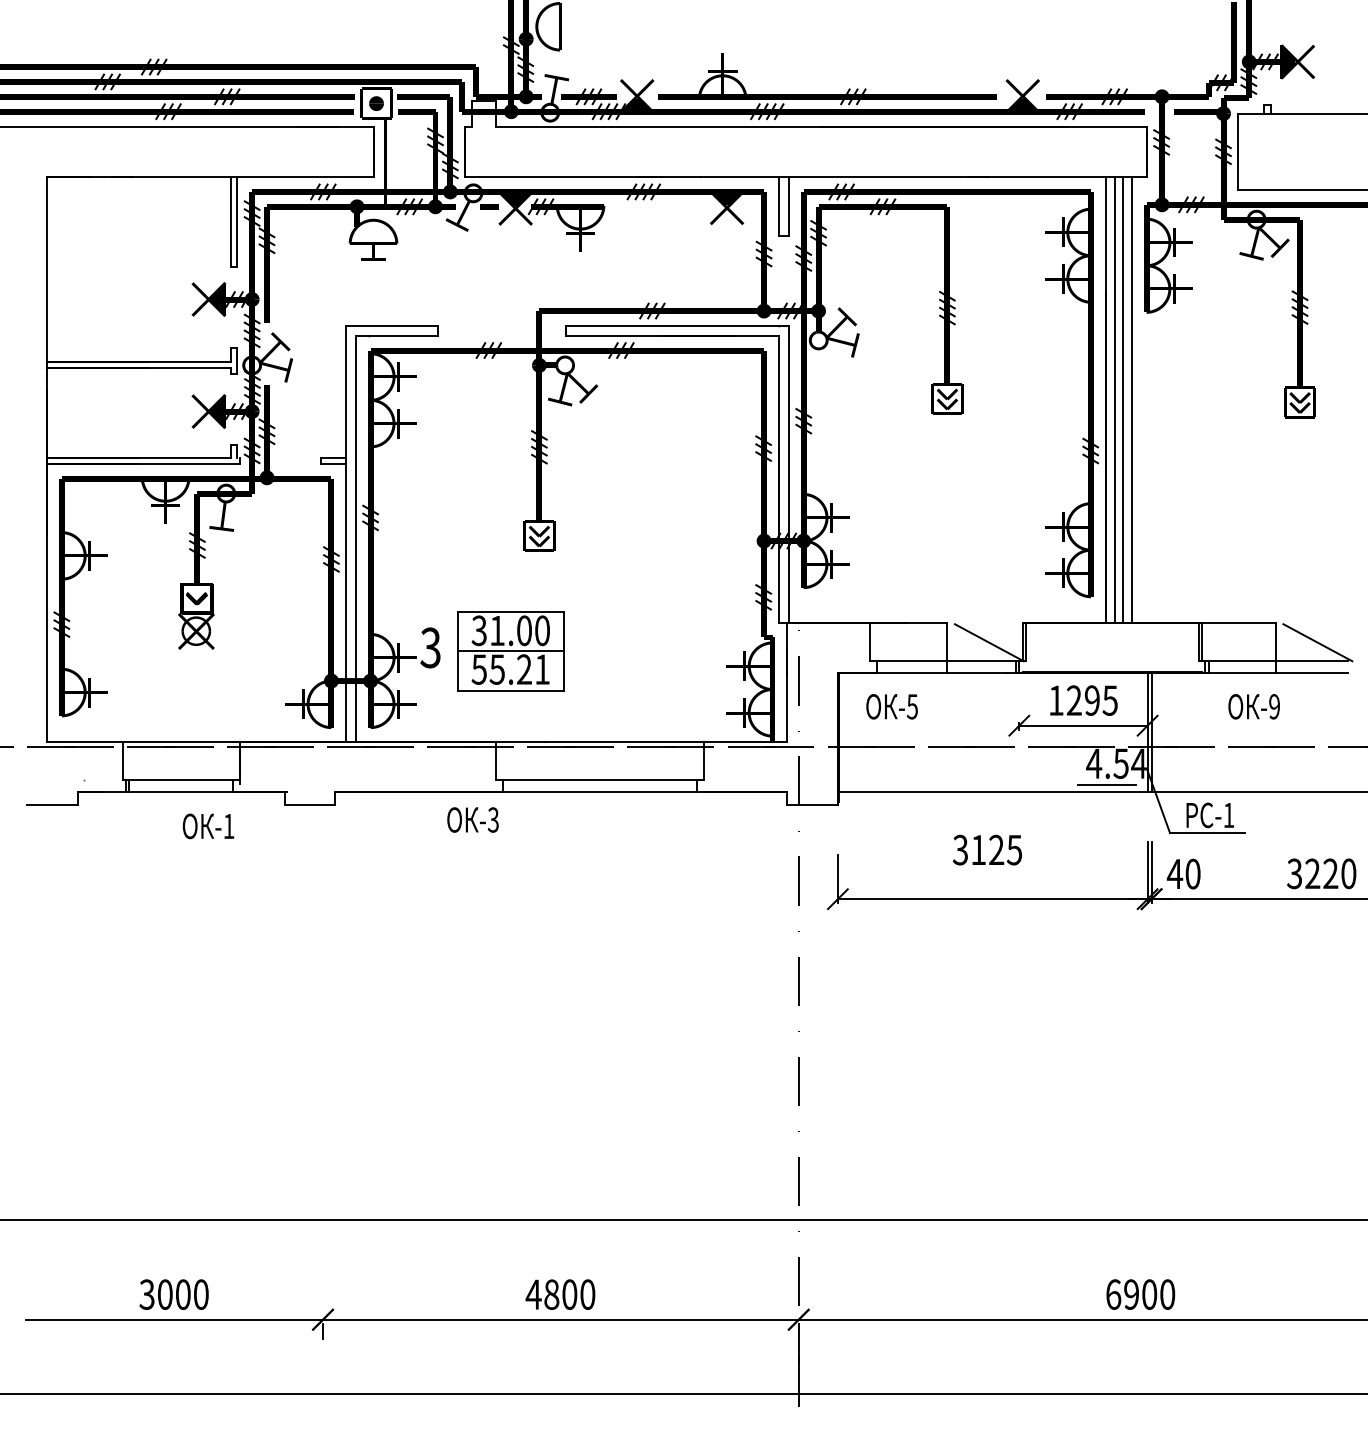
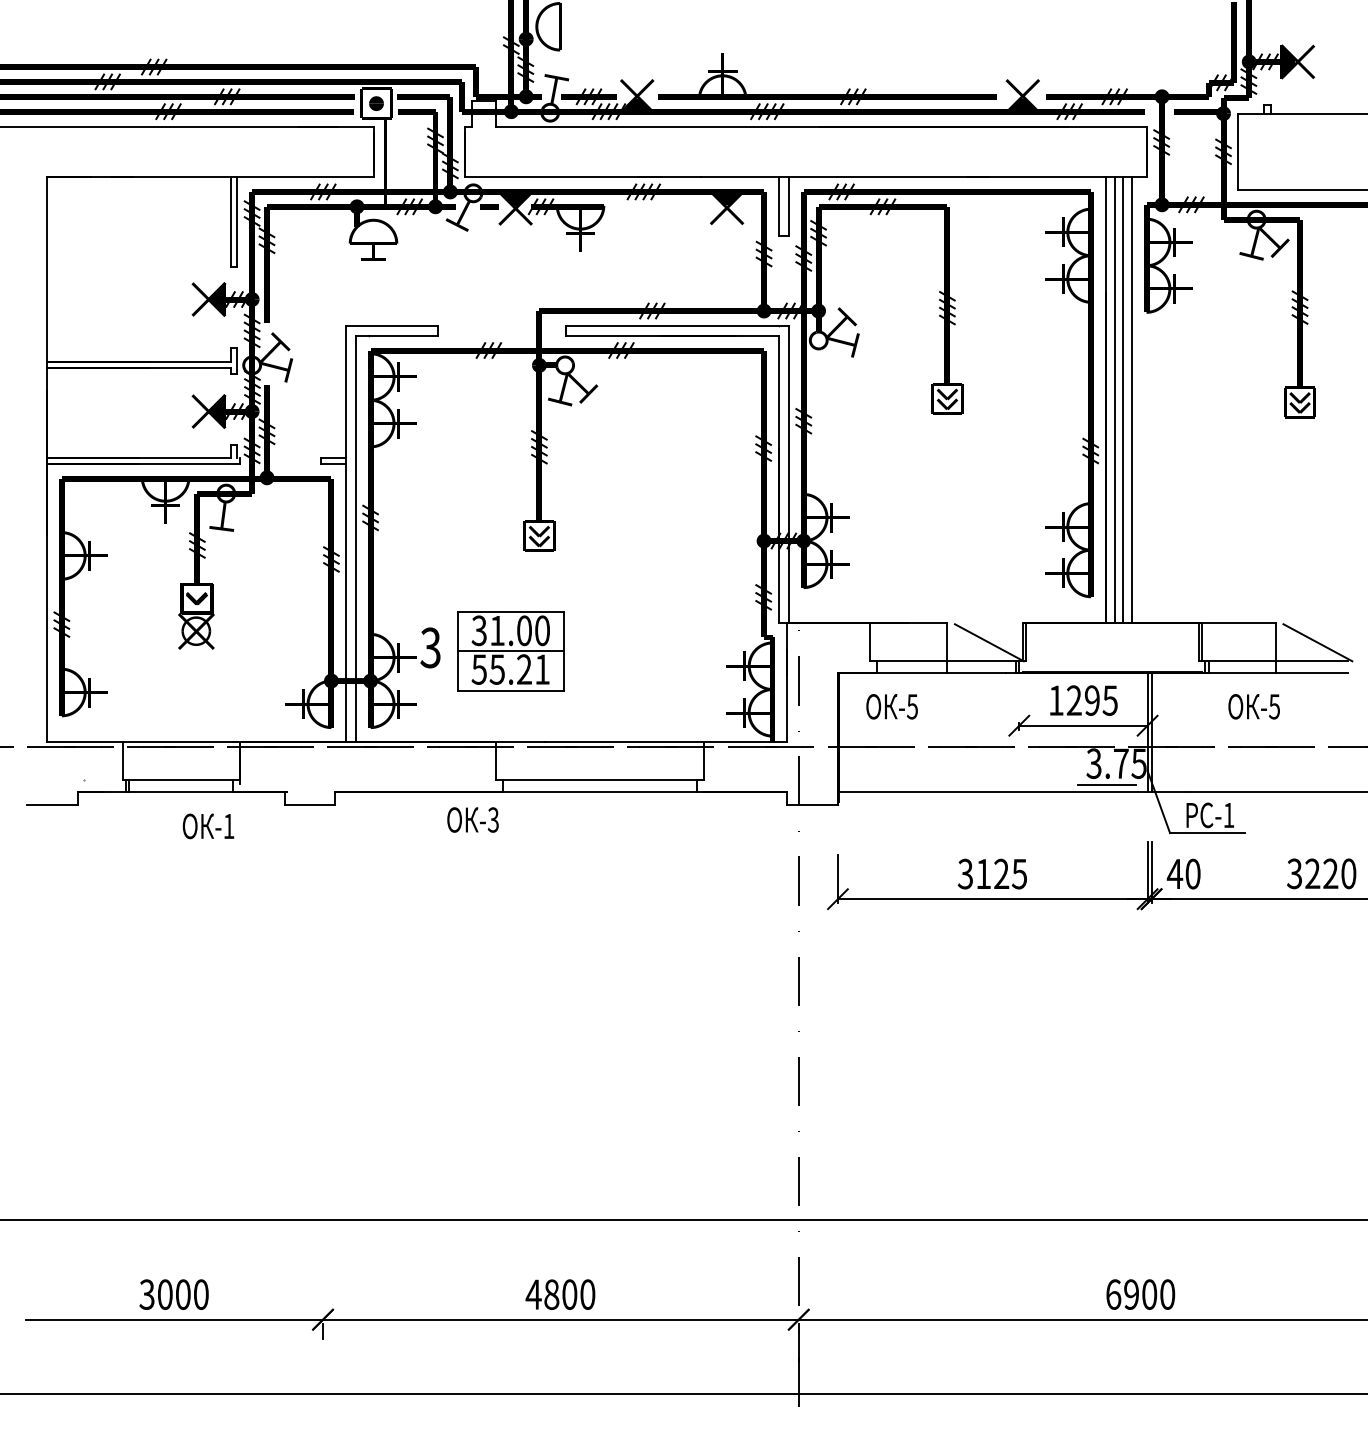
text at (1274, 706): -9 -> -5
text at (1116, 763): 4.54 -> 3.75
text at (986, 849) position: (986, 849) -> (991, 873)
